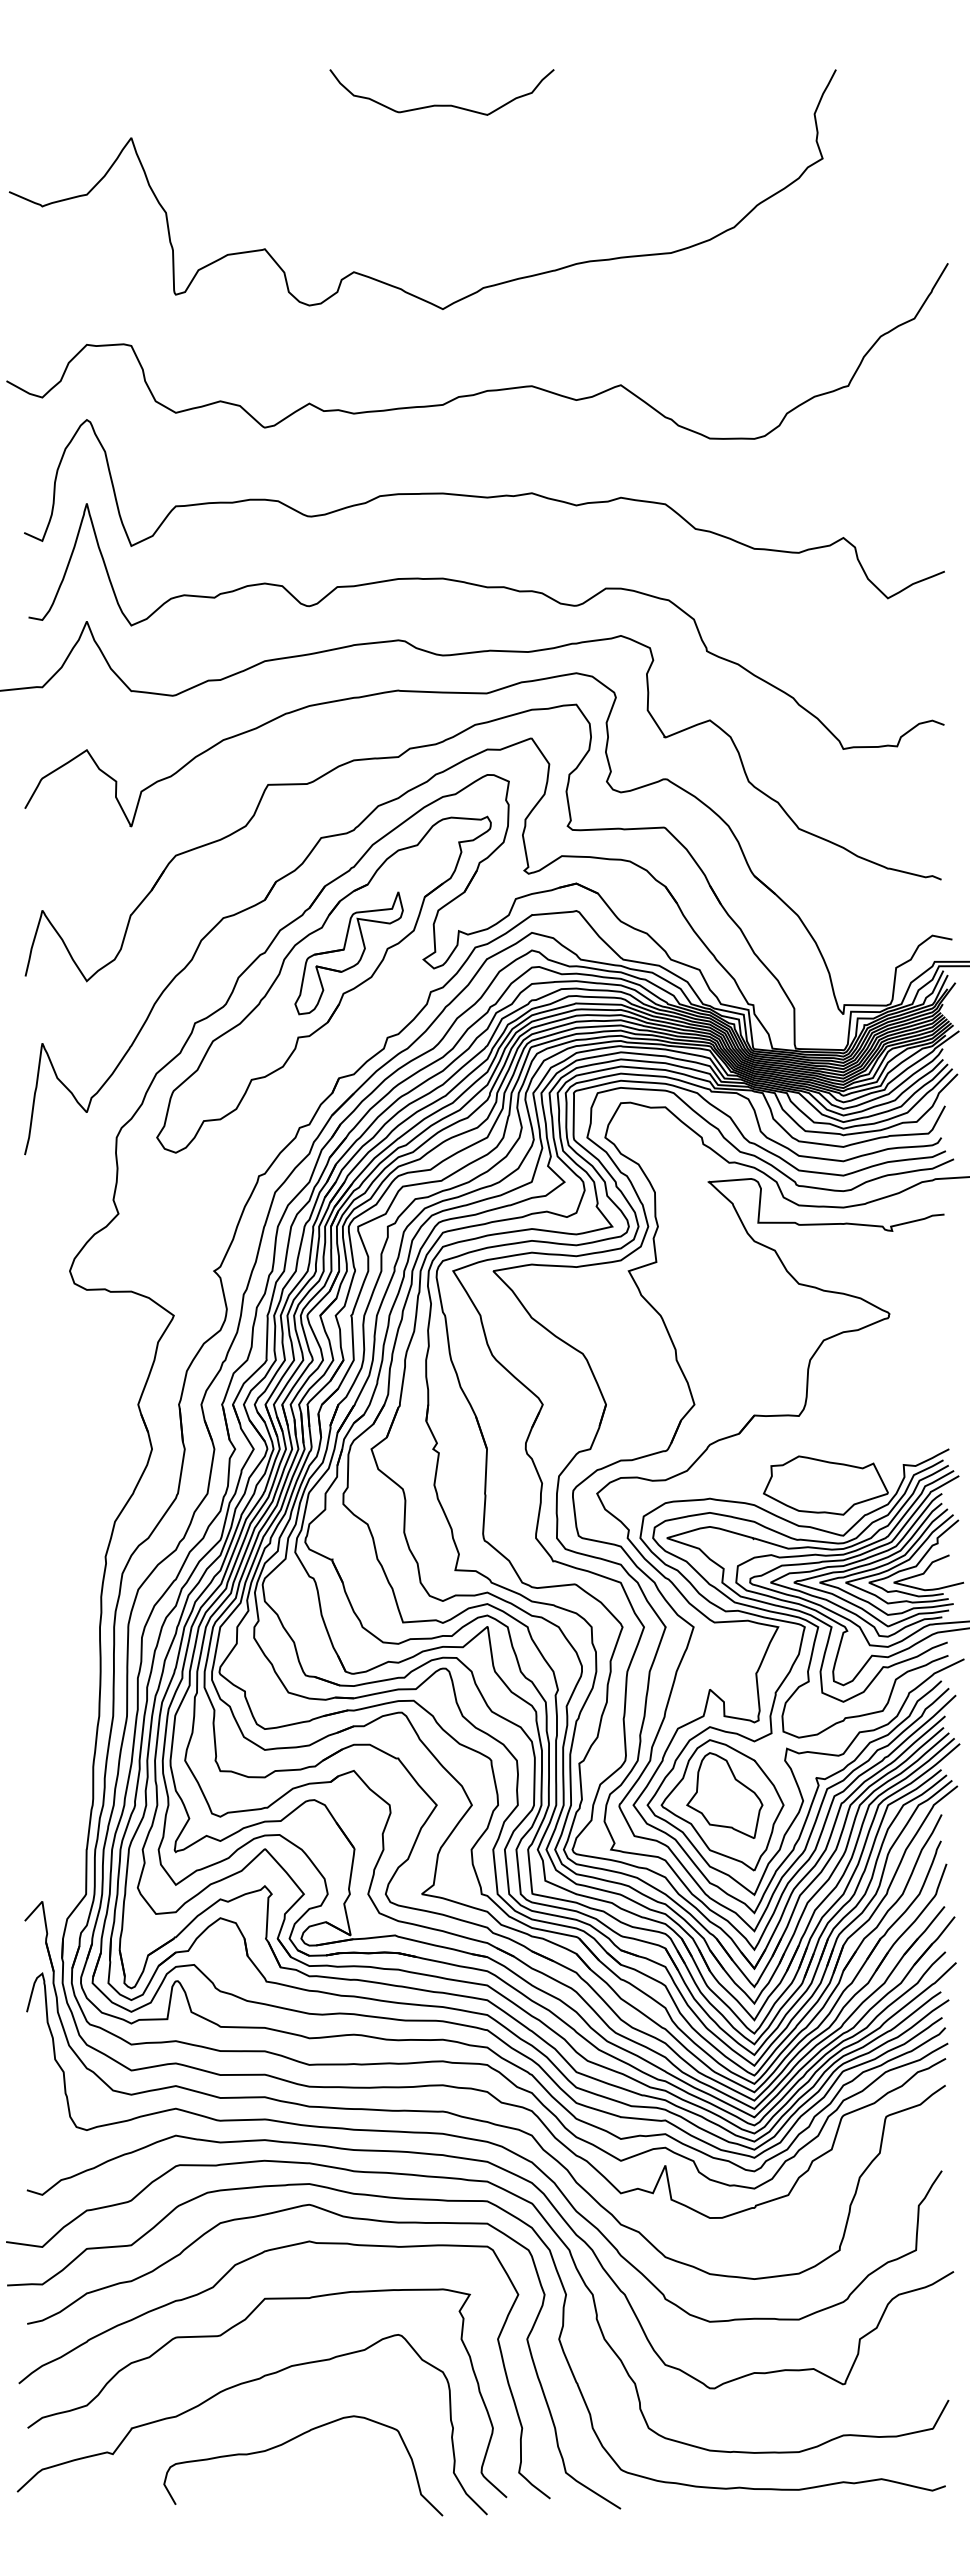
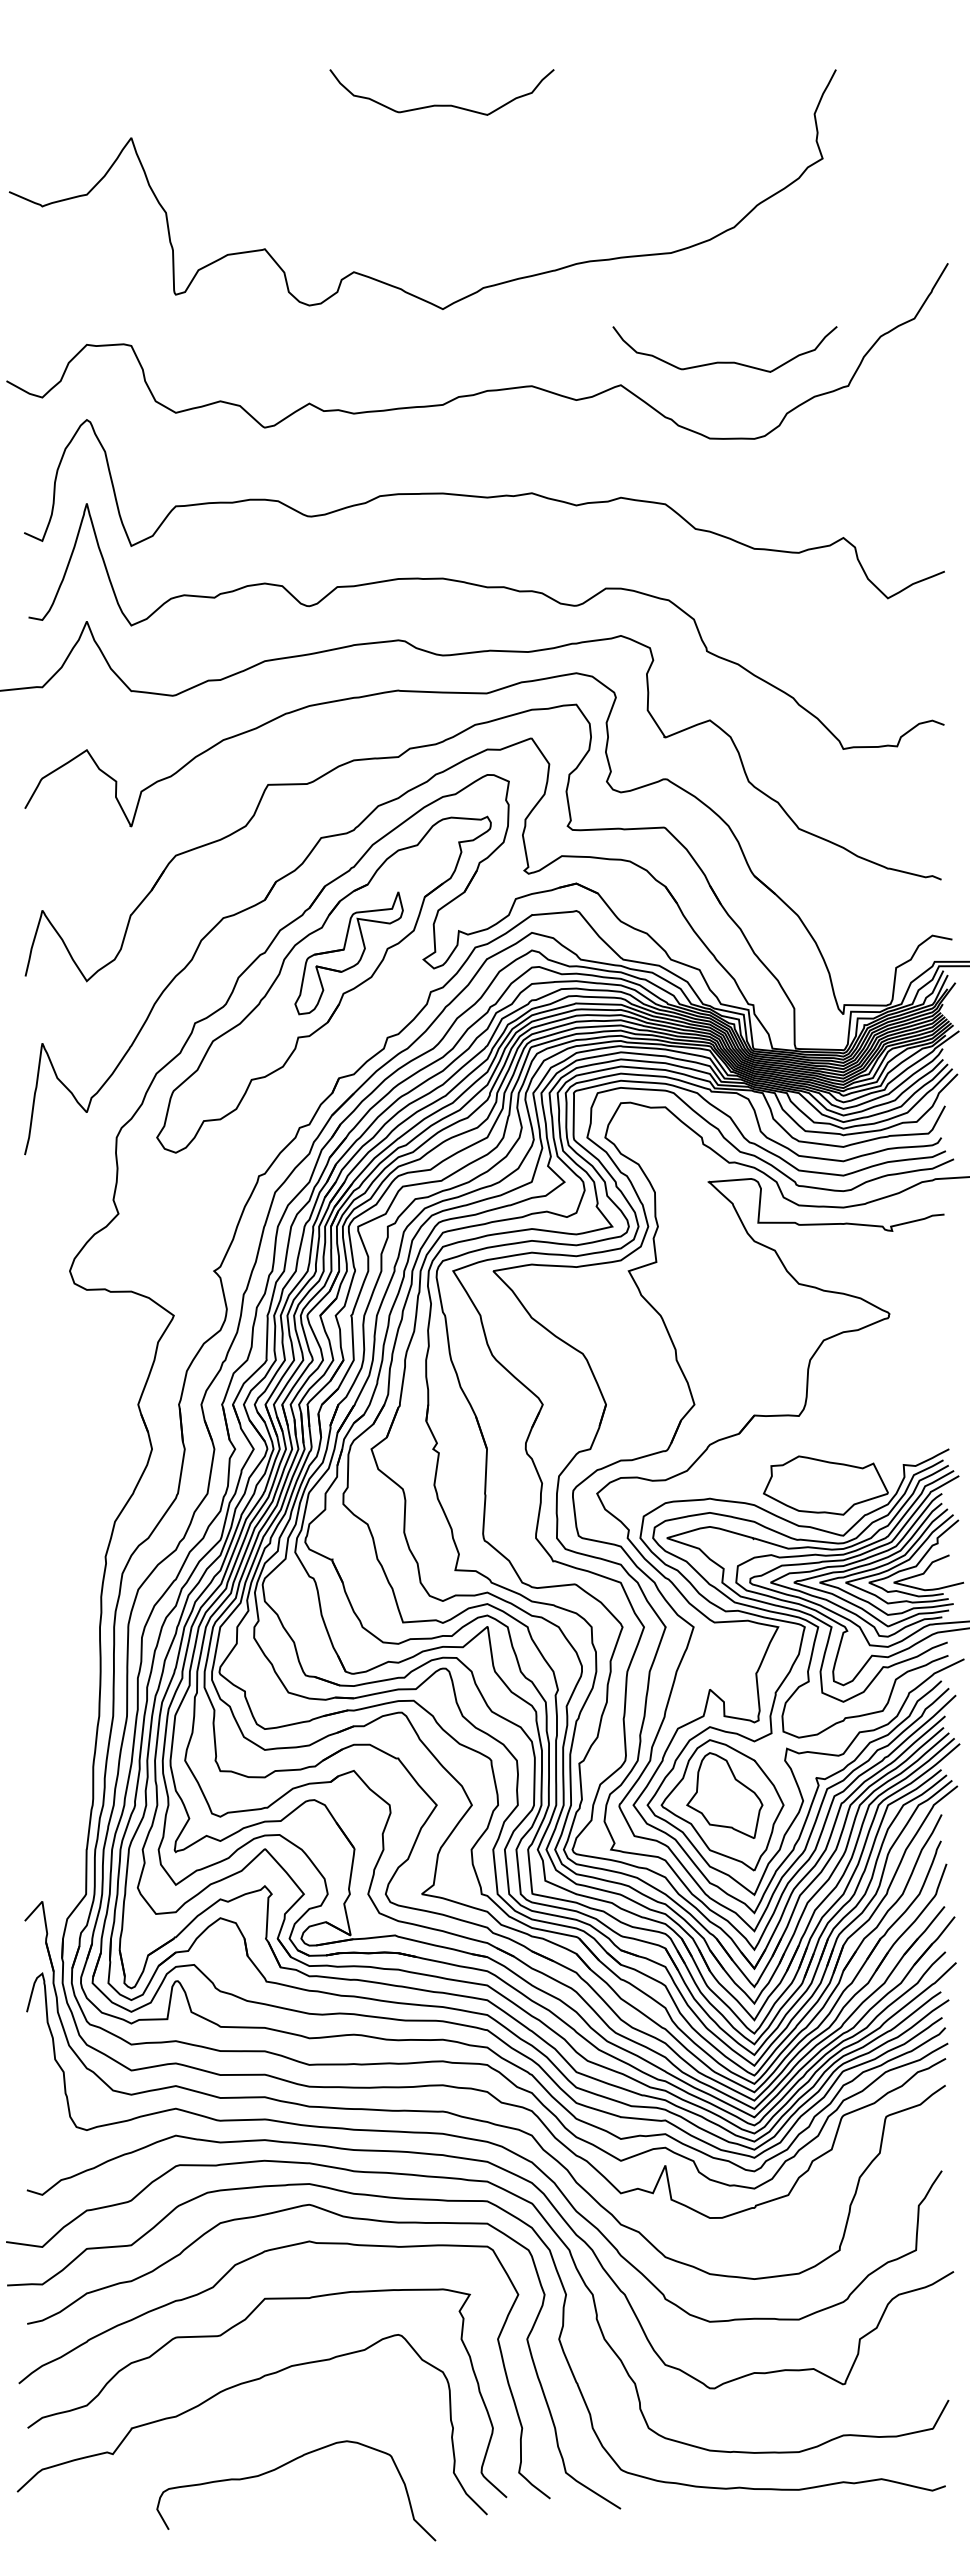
curve at (724, 361): none -> present
curve at (290, 2441) position: (290, 2441) -> (283, 2466)
